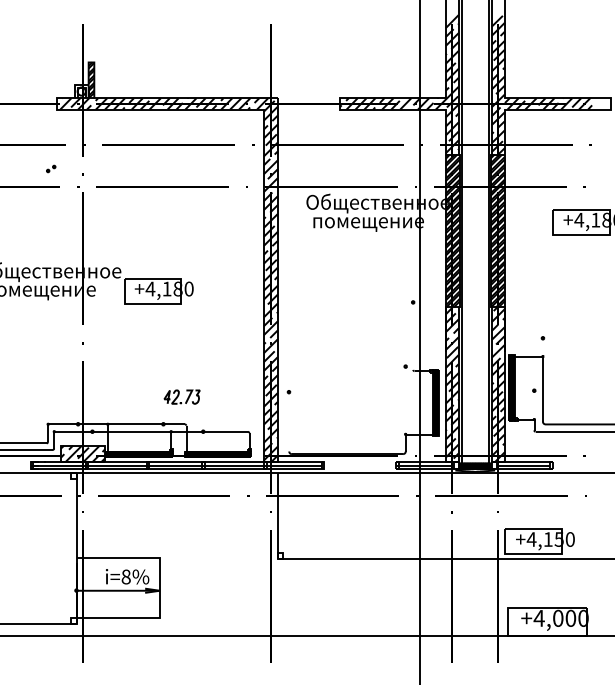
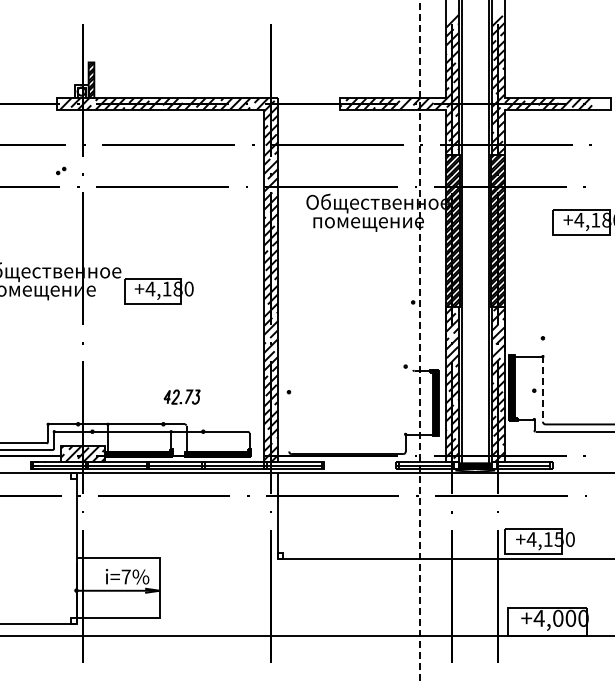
part at (51, 168) position: (51, 168) -> (61, 170)
line at (420, 342): solid -> dashed
line at (543, 387): solid -> dashed
text at (125, 576): i=8% -> i=7%
